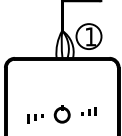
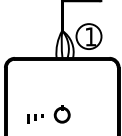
part at (88, 111): present -> none
